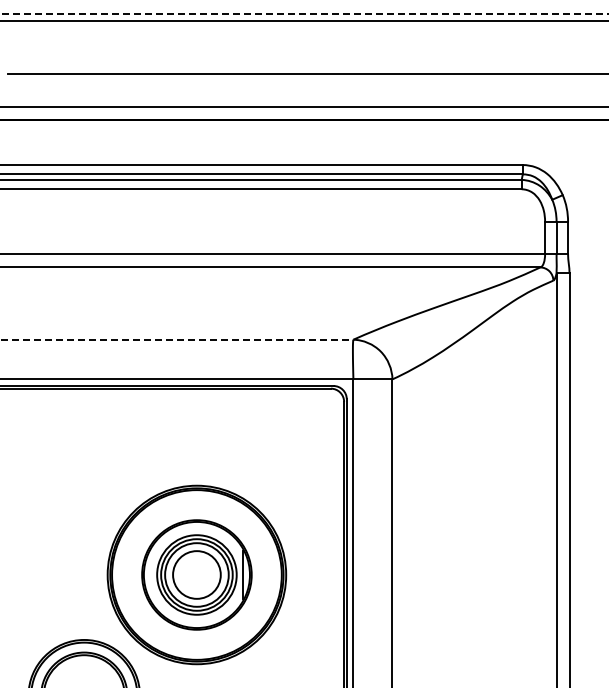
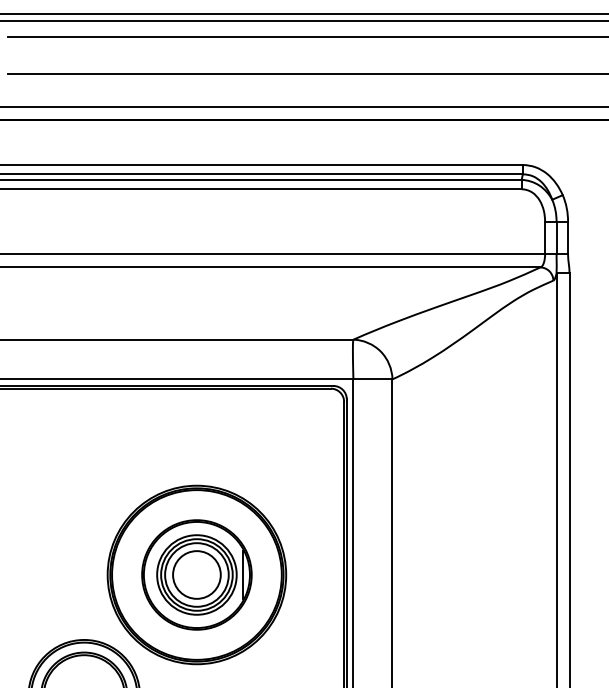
line at (304, 14): dashed -> solid
line at (306, 36): none -> present
line at (177, 339): dashed -> solid
